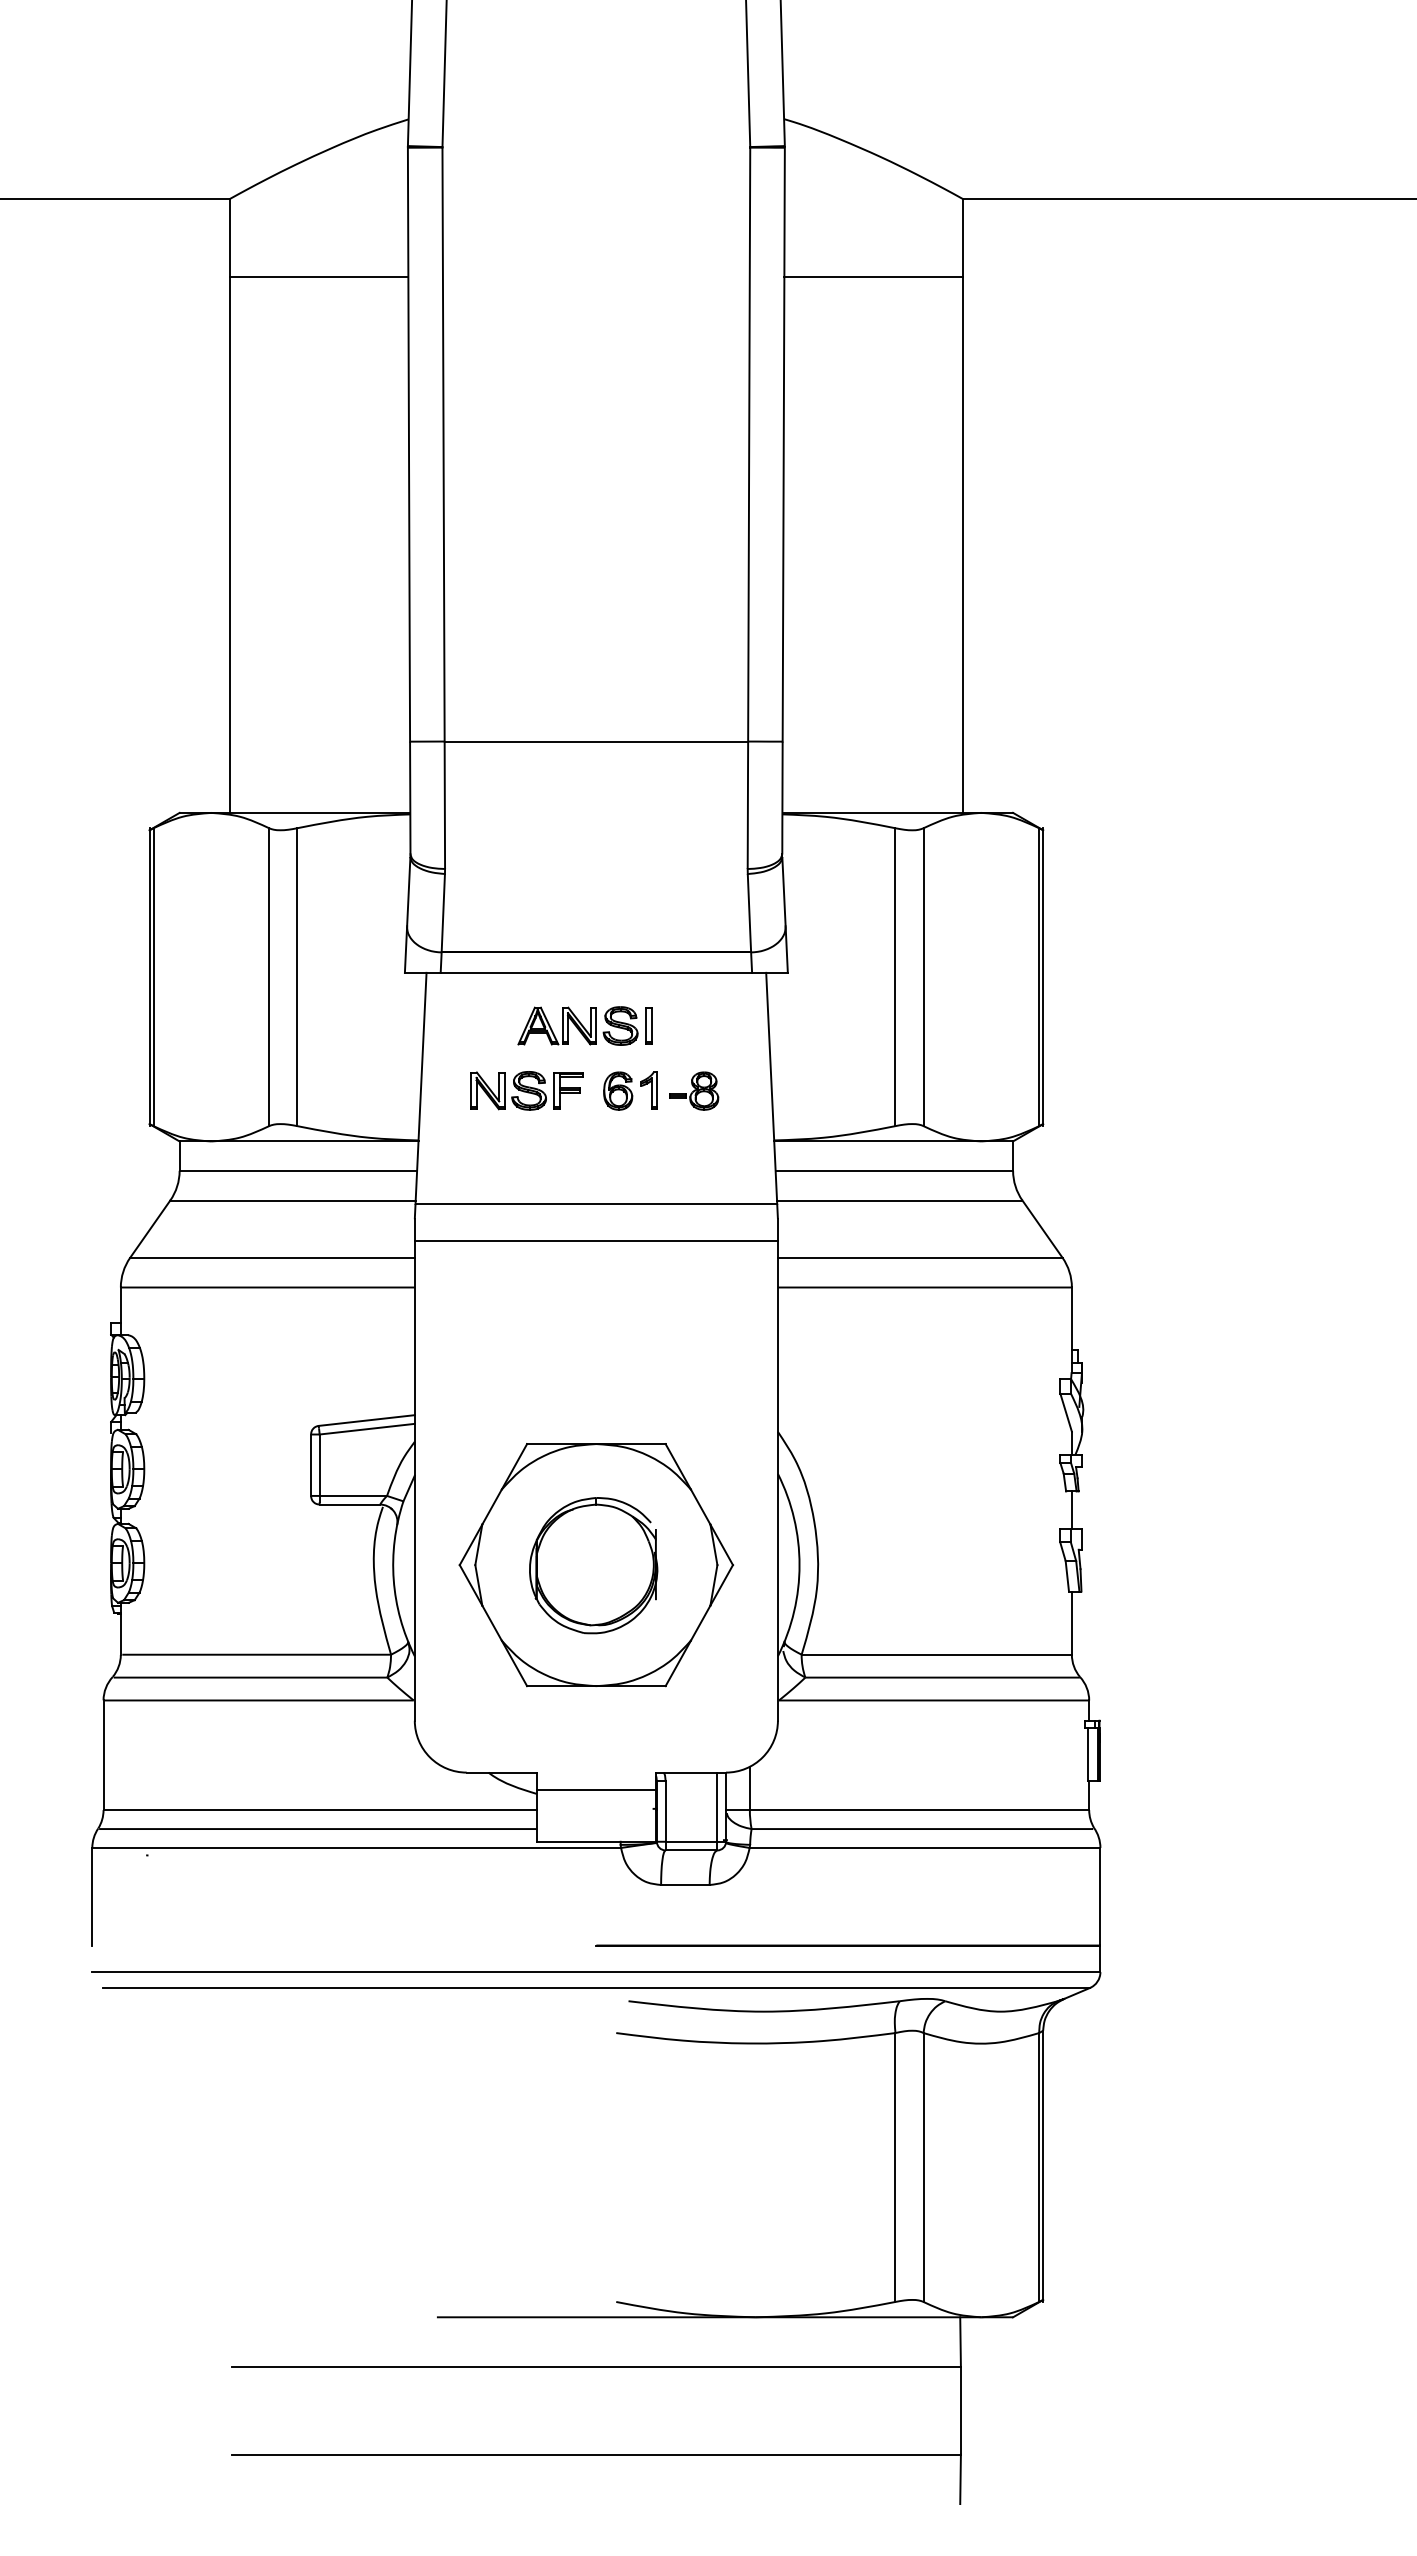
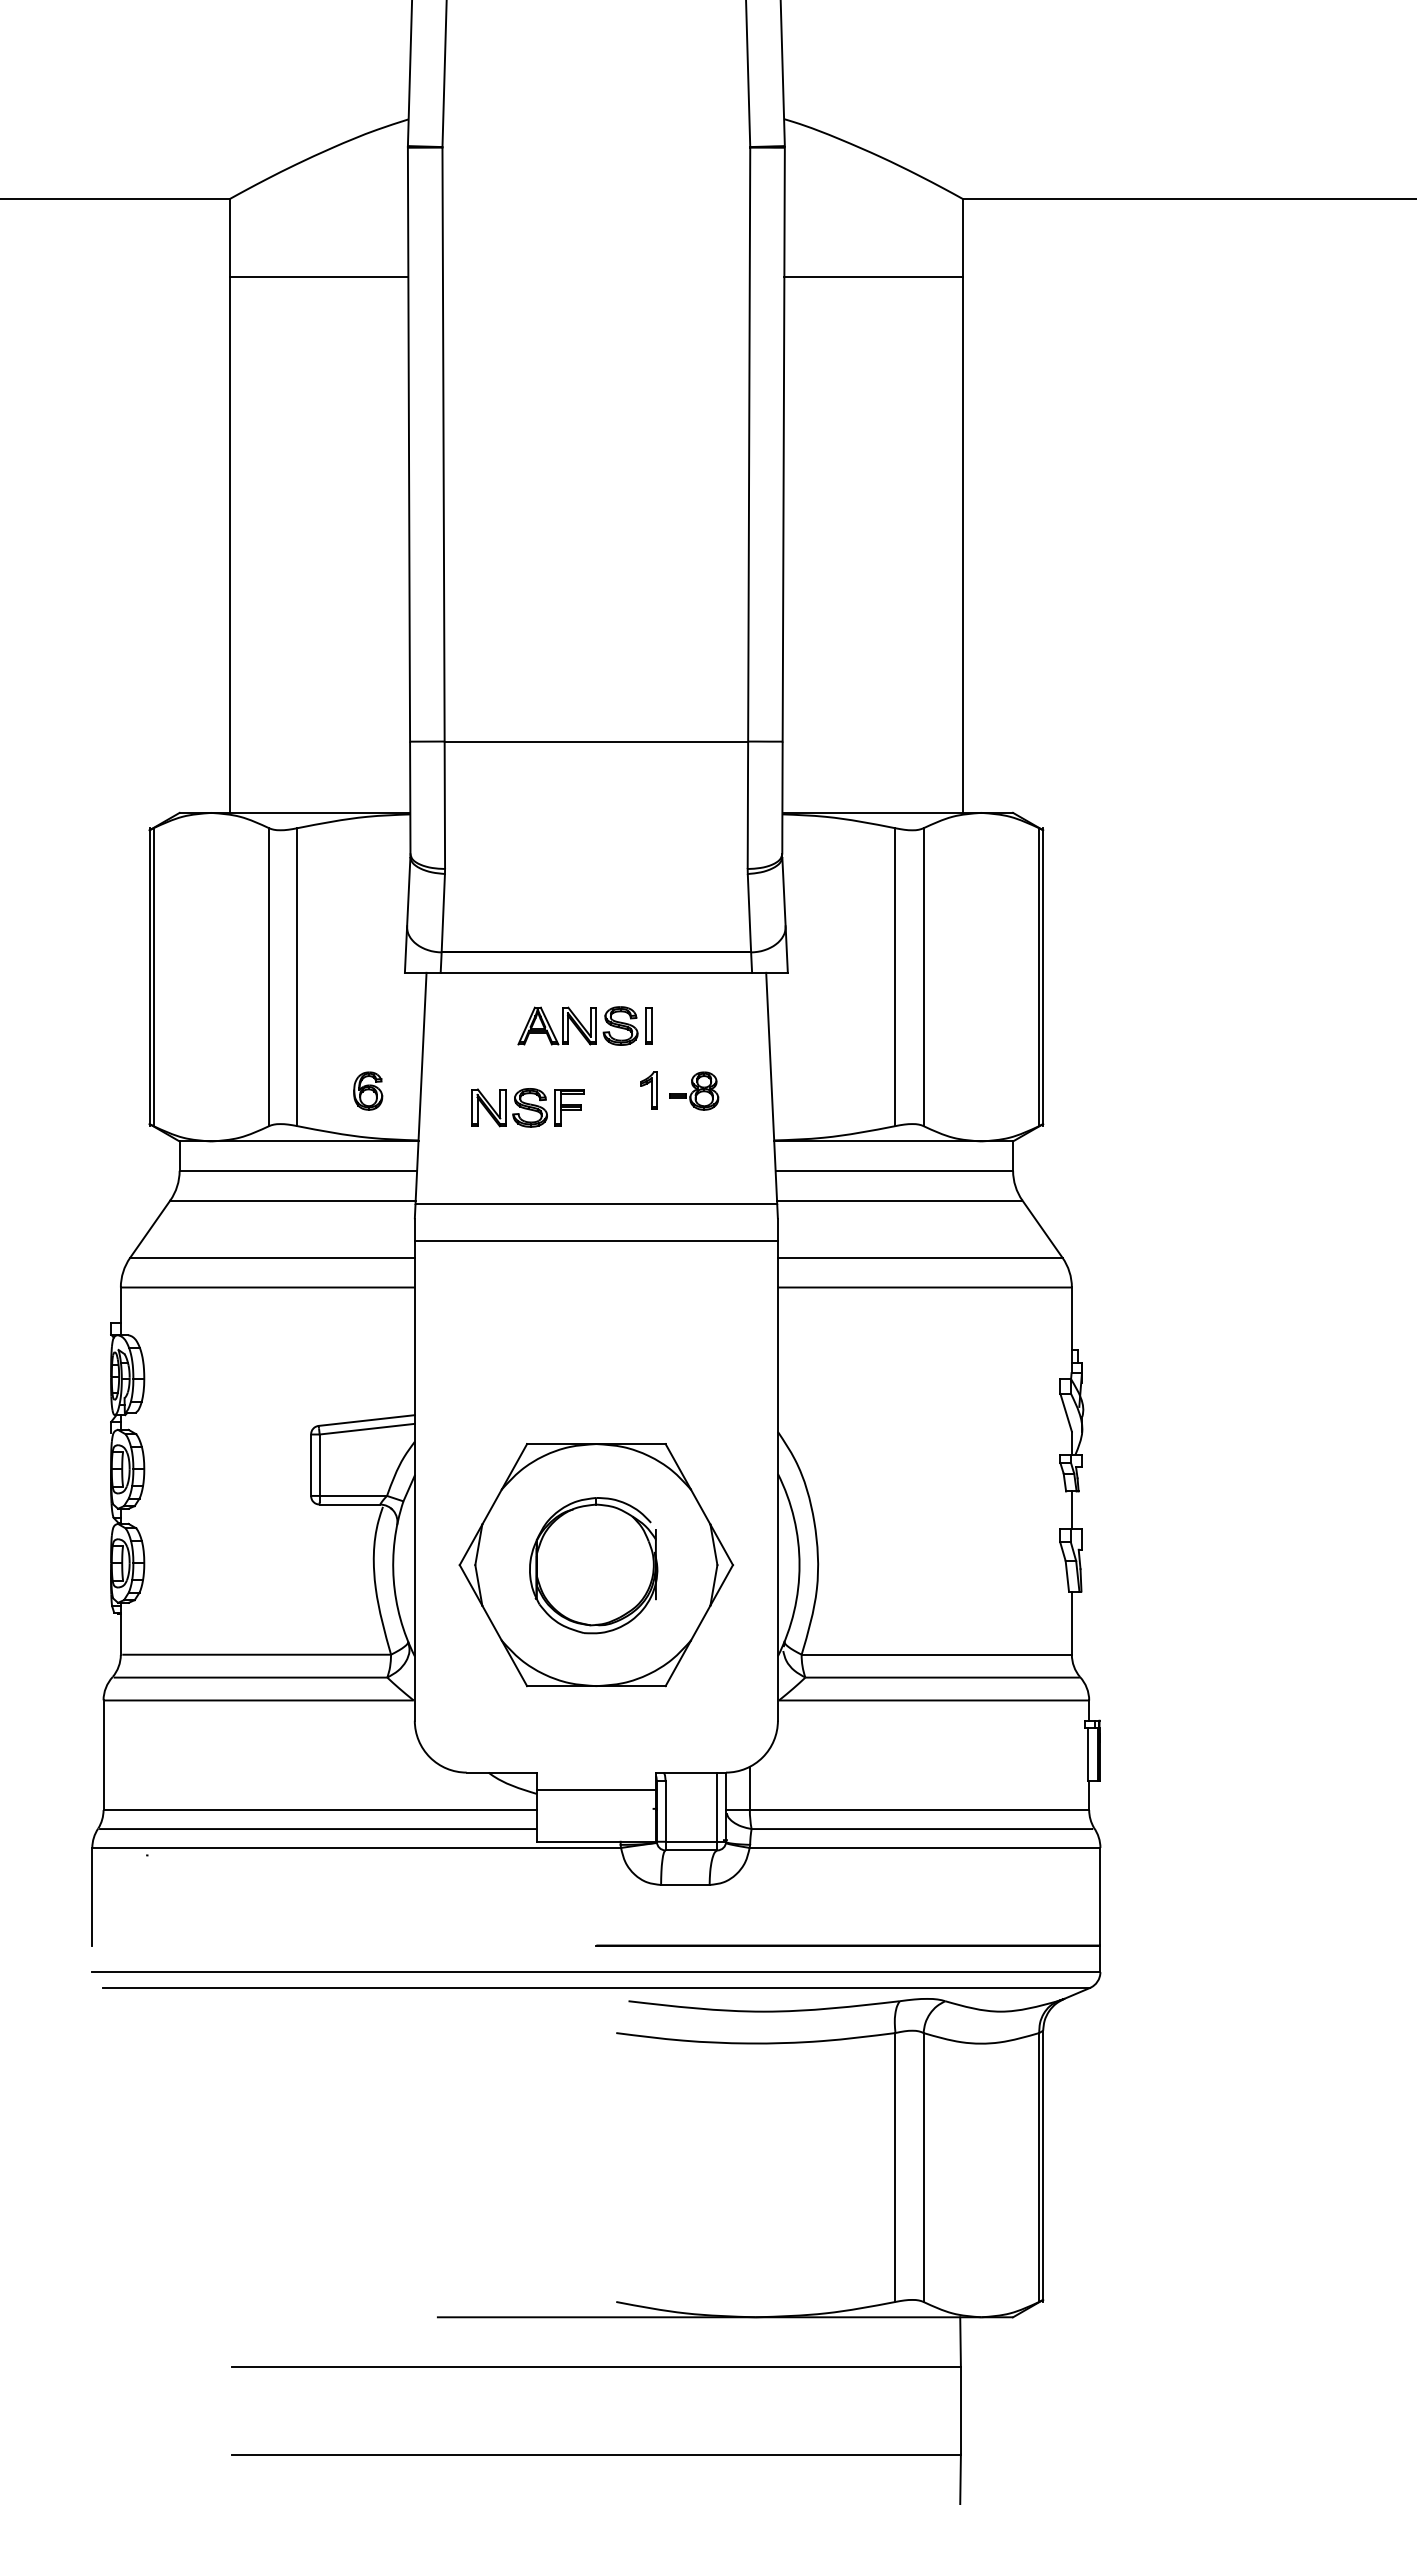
part at (526, 1090) position: (526, 1090) -> (527, 1107)
part at (618, 1090) position: (618, 1090) -> (368, 1090)
